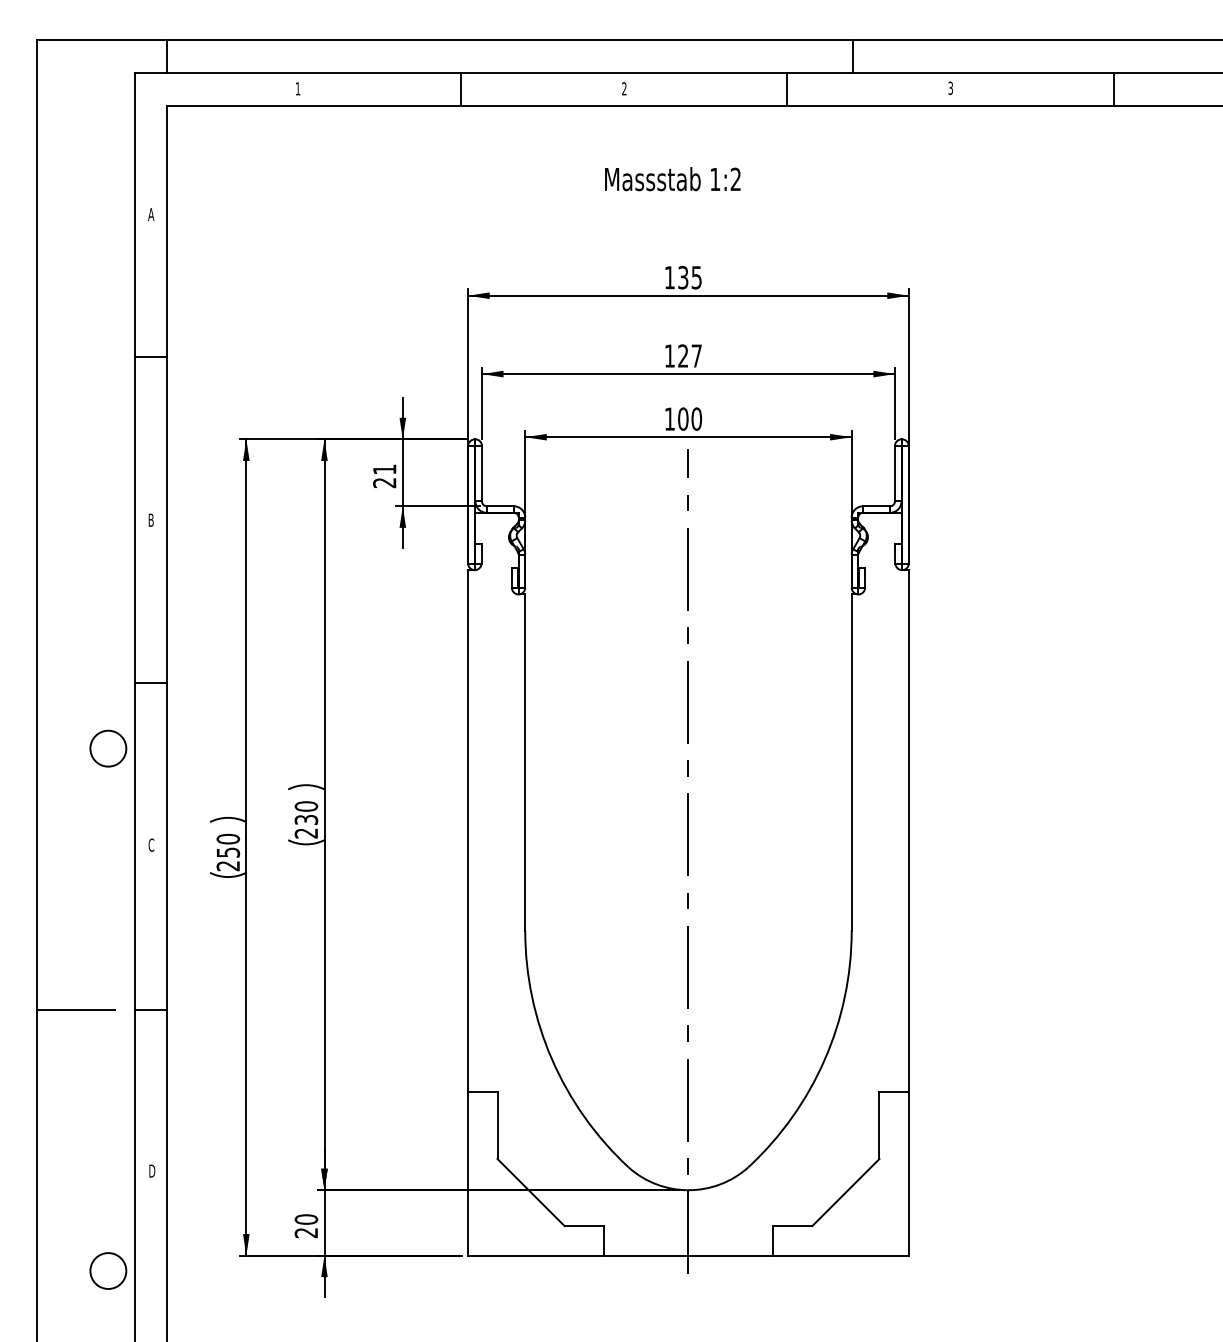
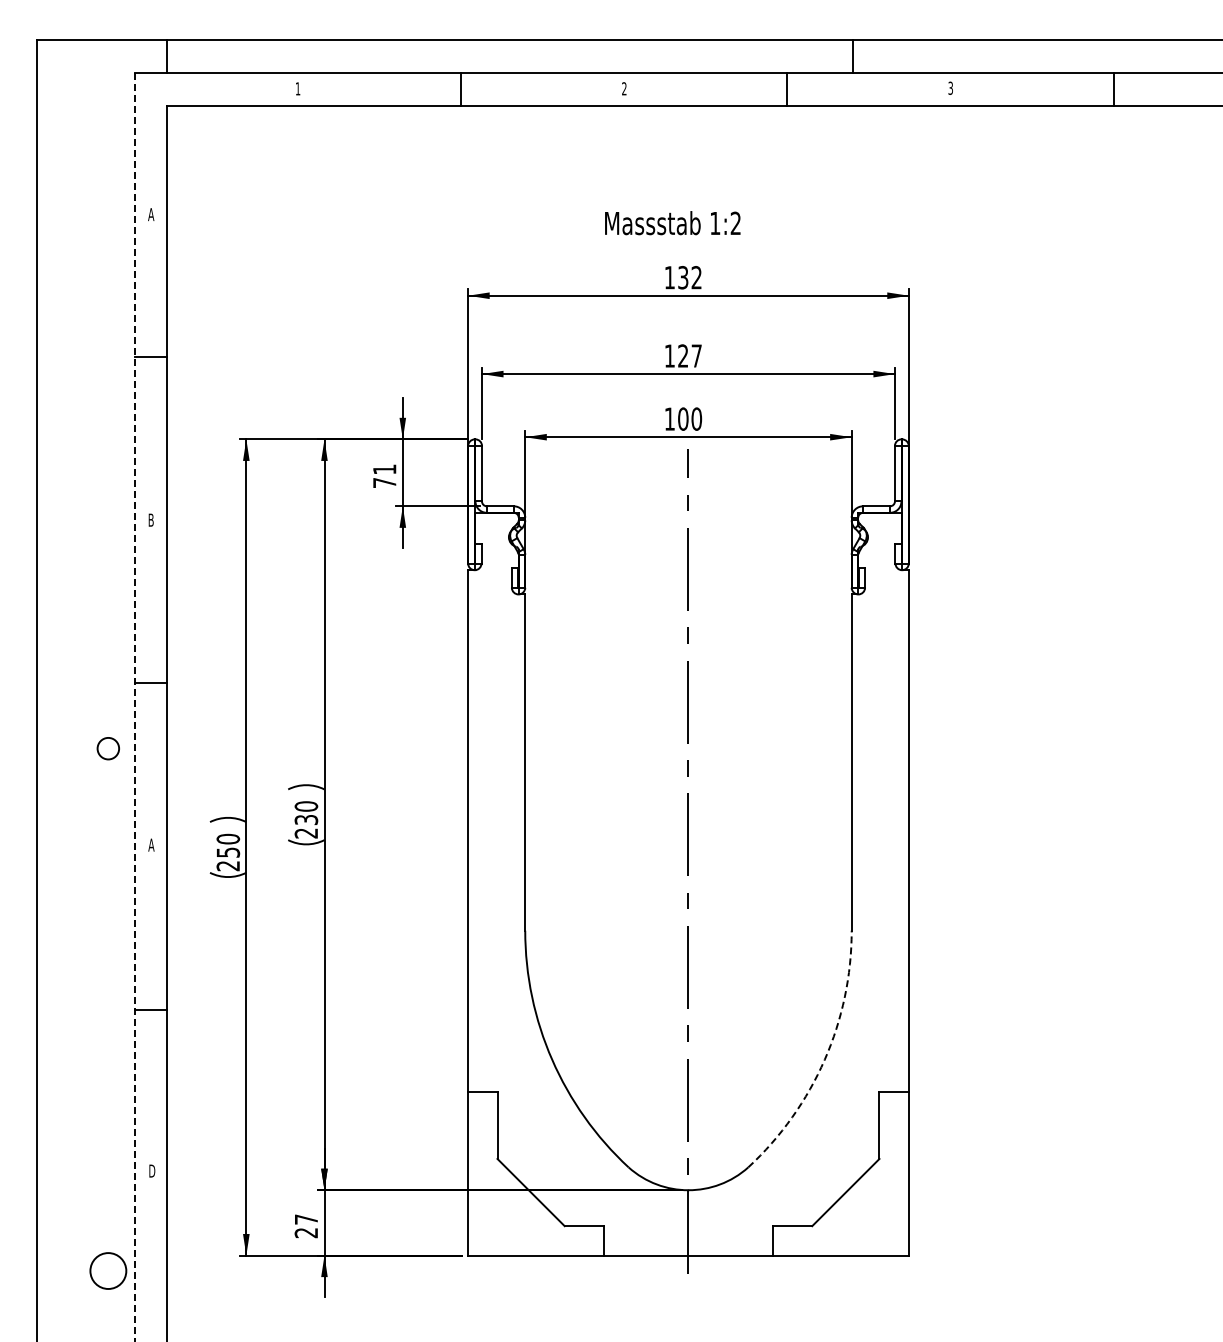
text at (672, 179) position: (672, 179) -> (672, 223)
text at (696, 277): 135 -> 132
text at (384, 483): 21 -> 71
line at (134, 707): solid -> dashed
circle at (108, 748) diameter: 36 px -> 22 px
text at (151, 844): C -> A
line at (75, 1009): present -> none
arc at (824, 1059): solid -> dashed
text at (306, 1219): 20 -> 27
